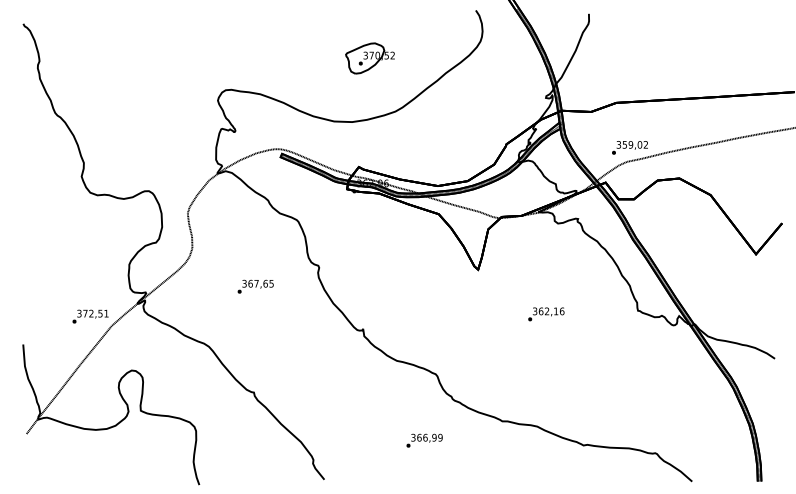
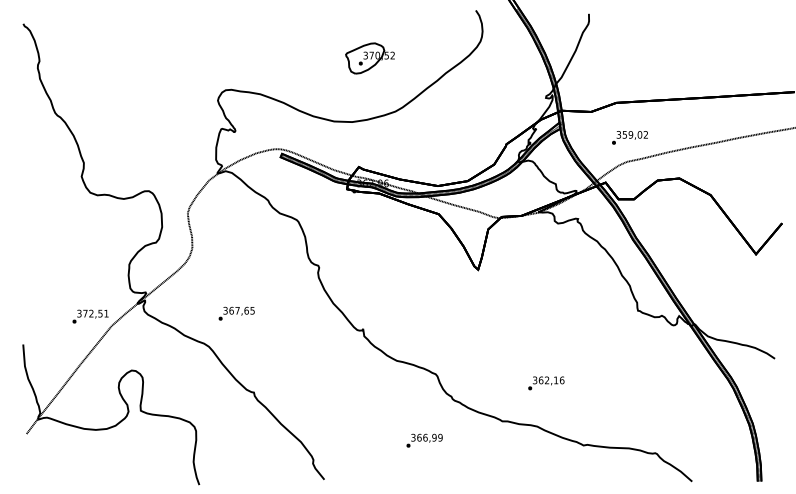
text at (629, 147) position: (629, 147) -> (629, 137)
text at (255, 286) position: (255, 286) -> (236, 313)
text at (546, 314) position: (546, 314) -> (546, 383)
